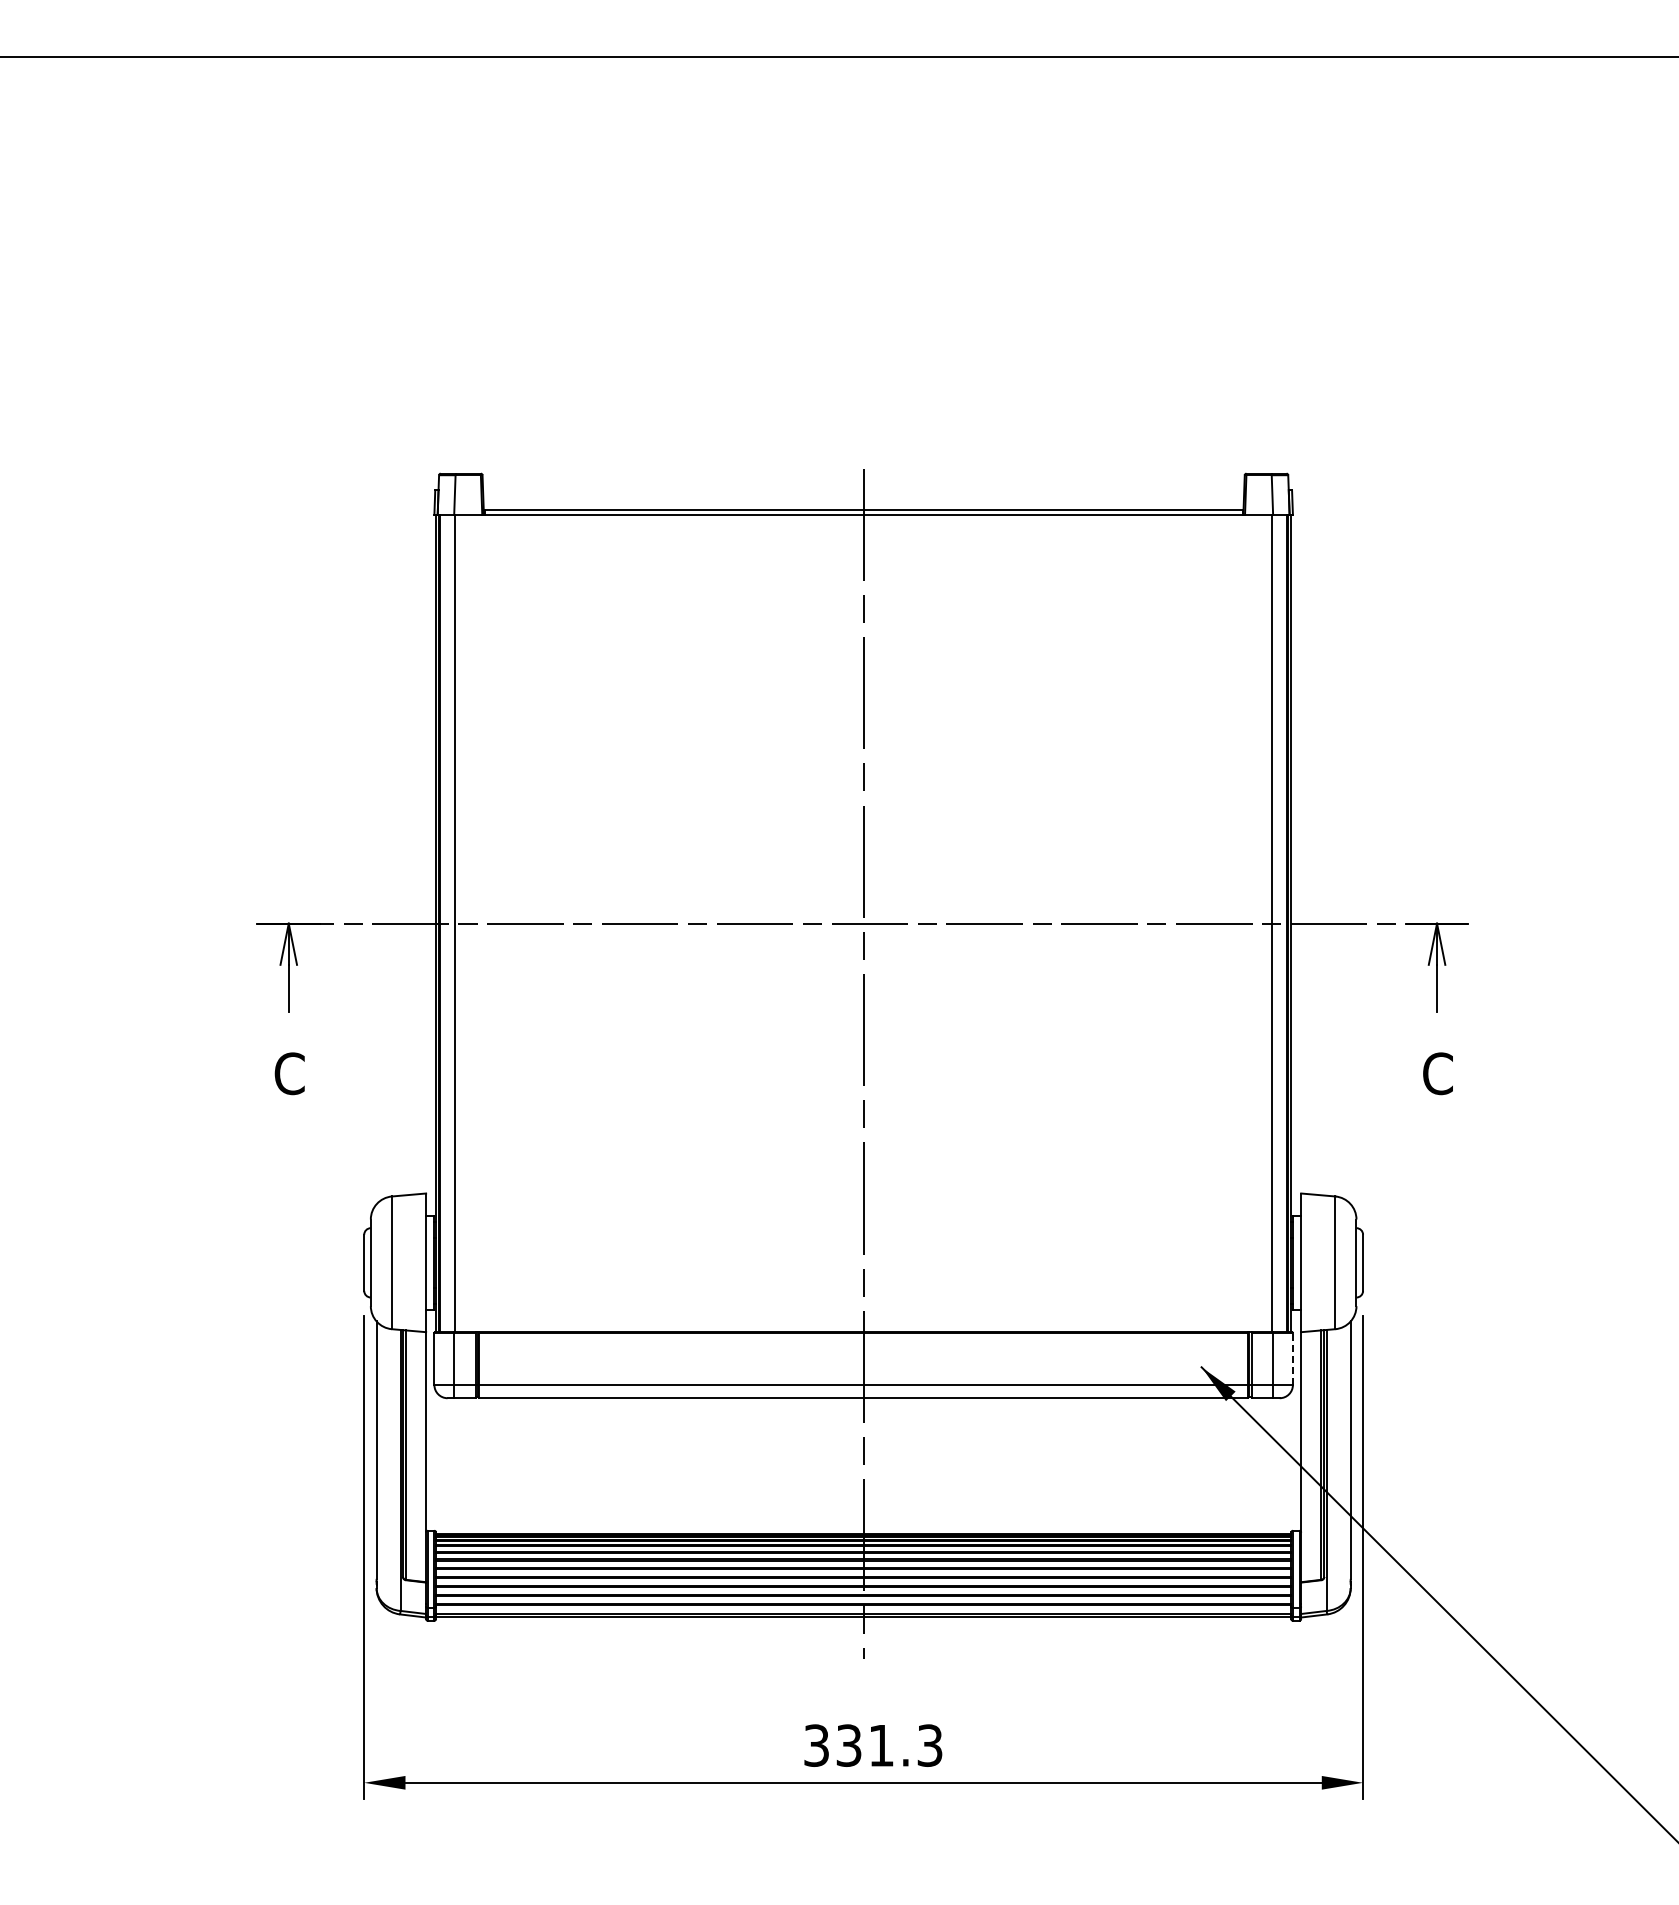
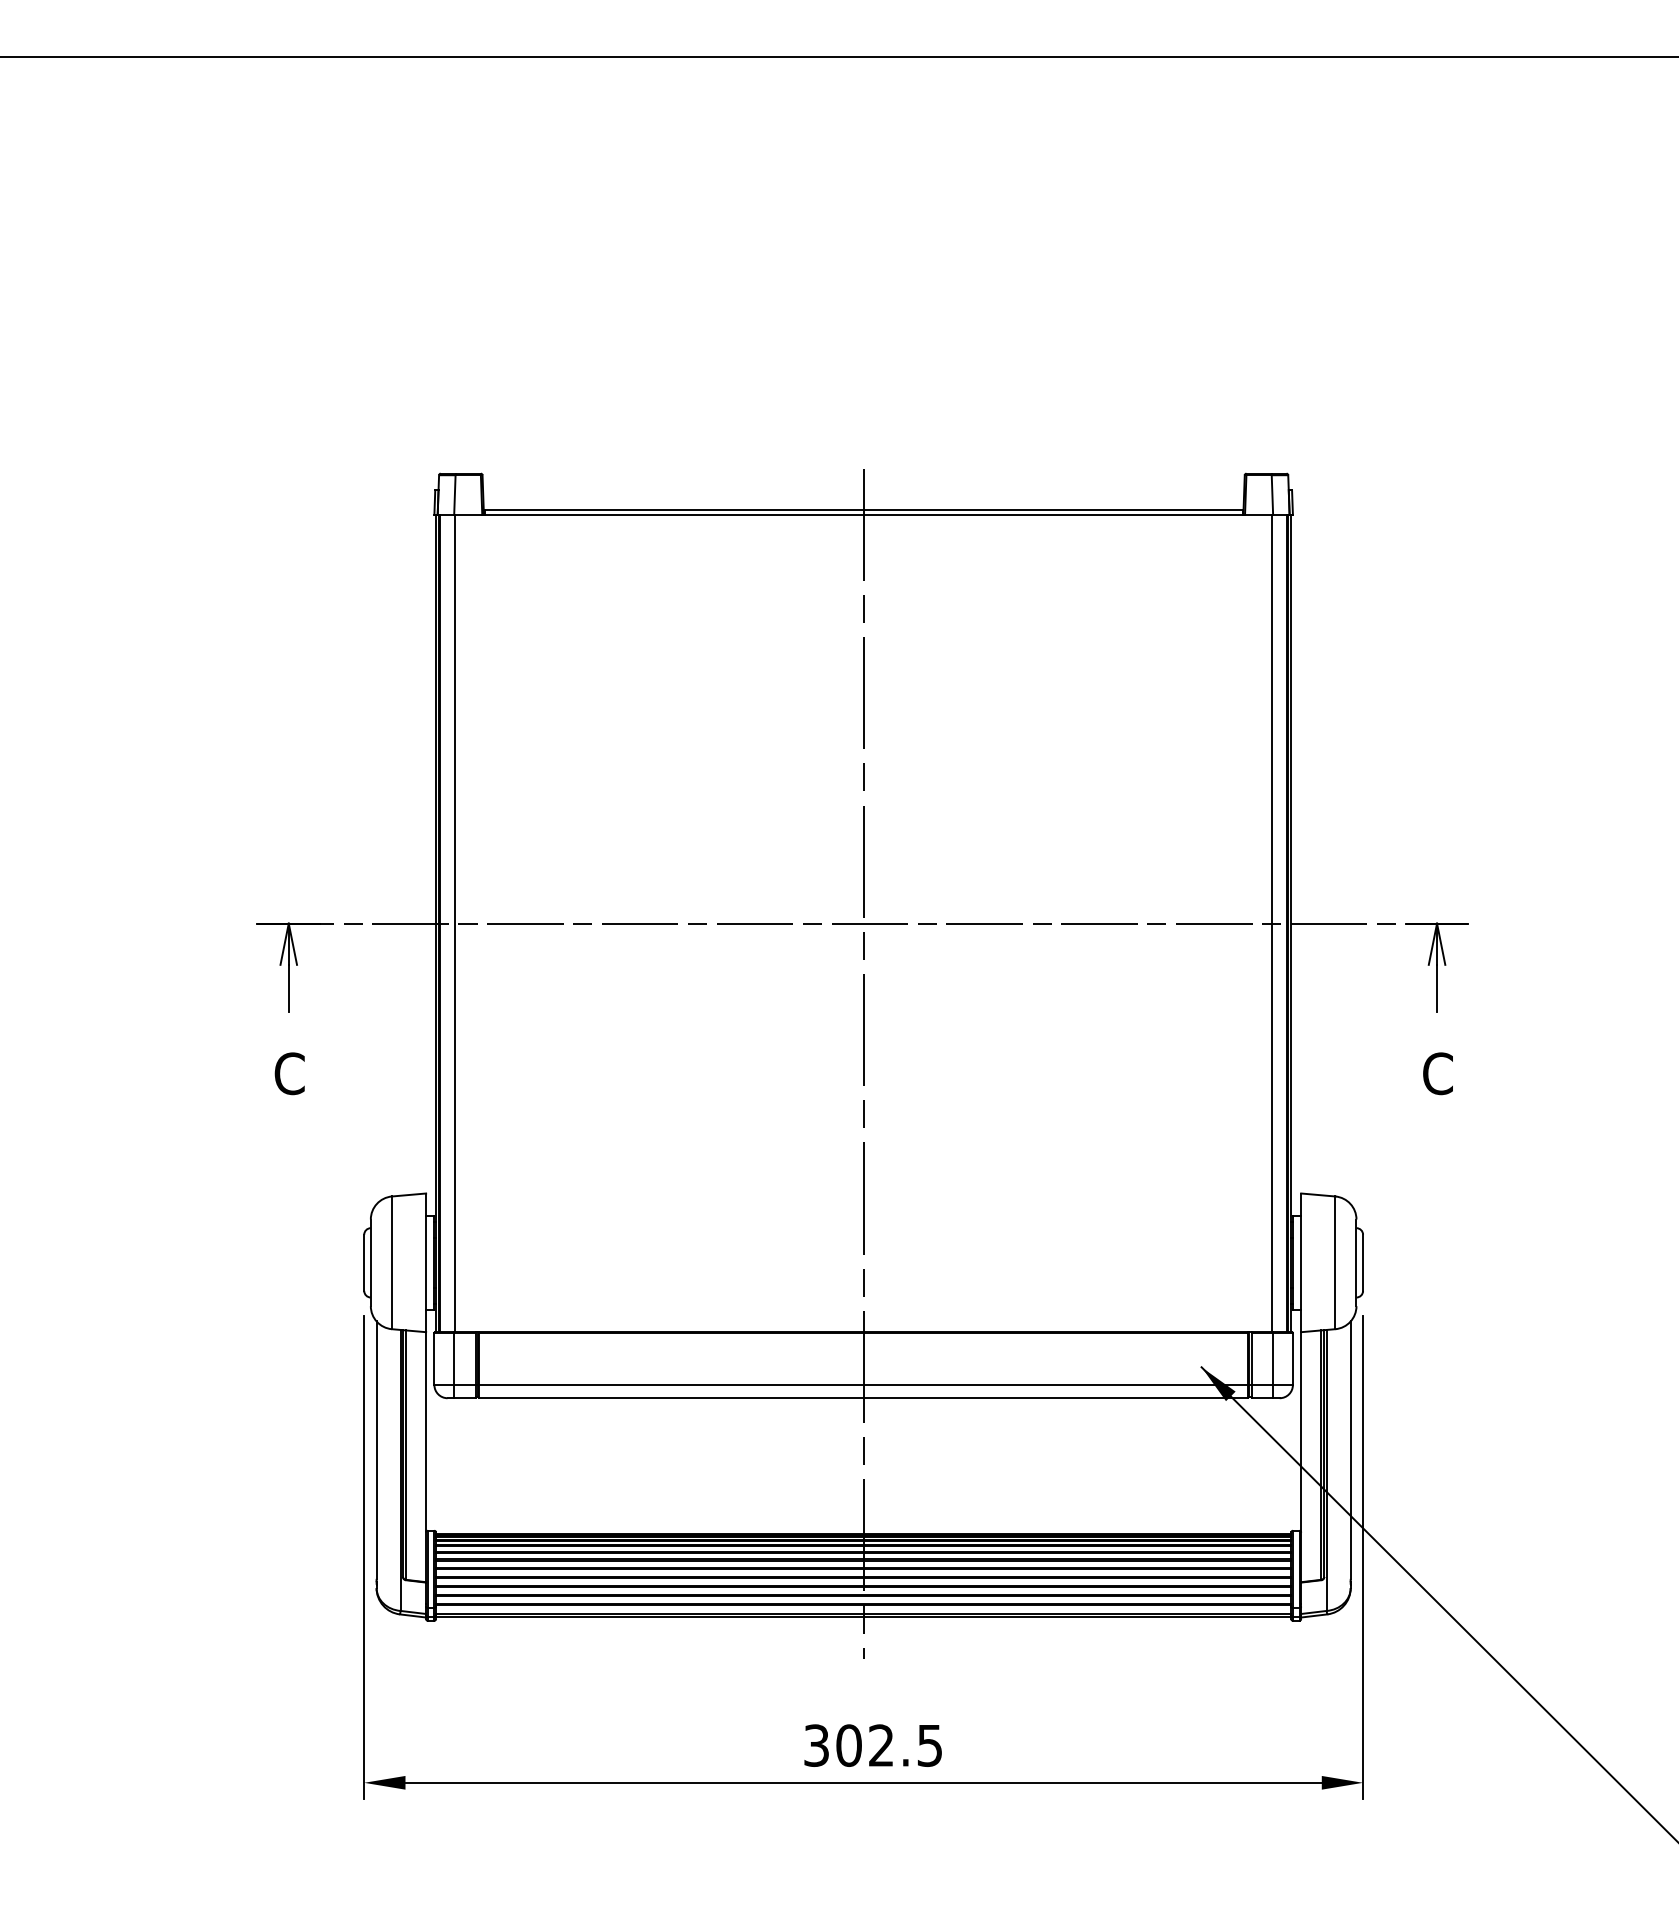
line at (1292, 1358): dashed -> solid
text at (889, 1745): 331.3 -> 302.5
